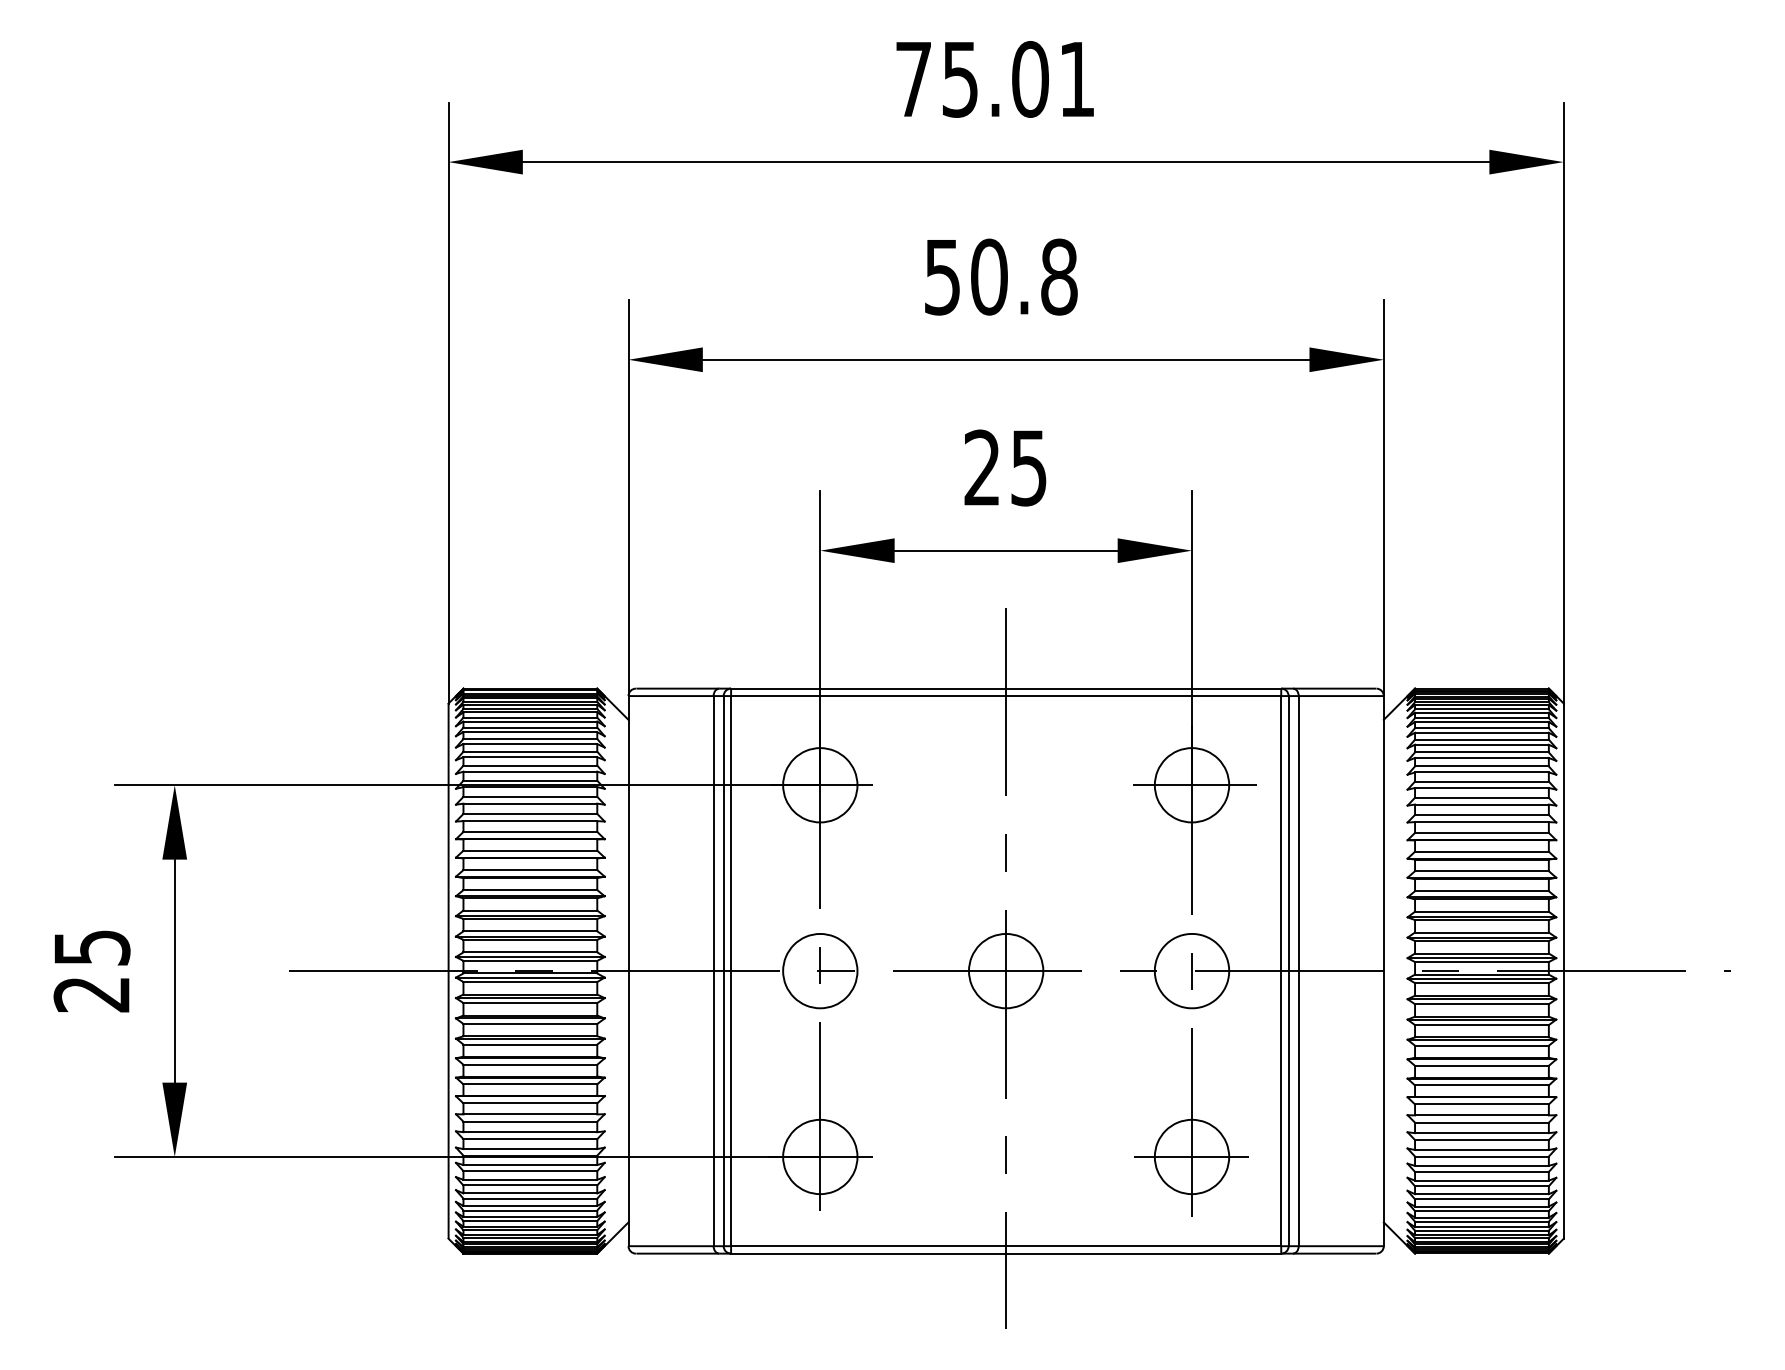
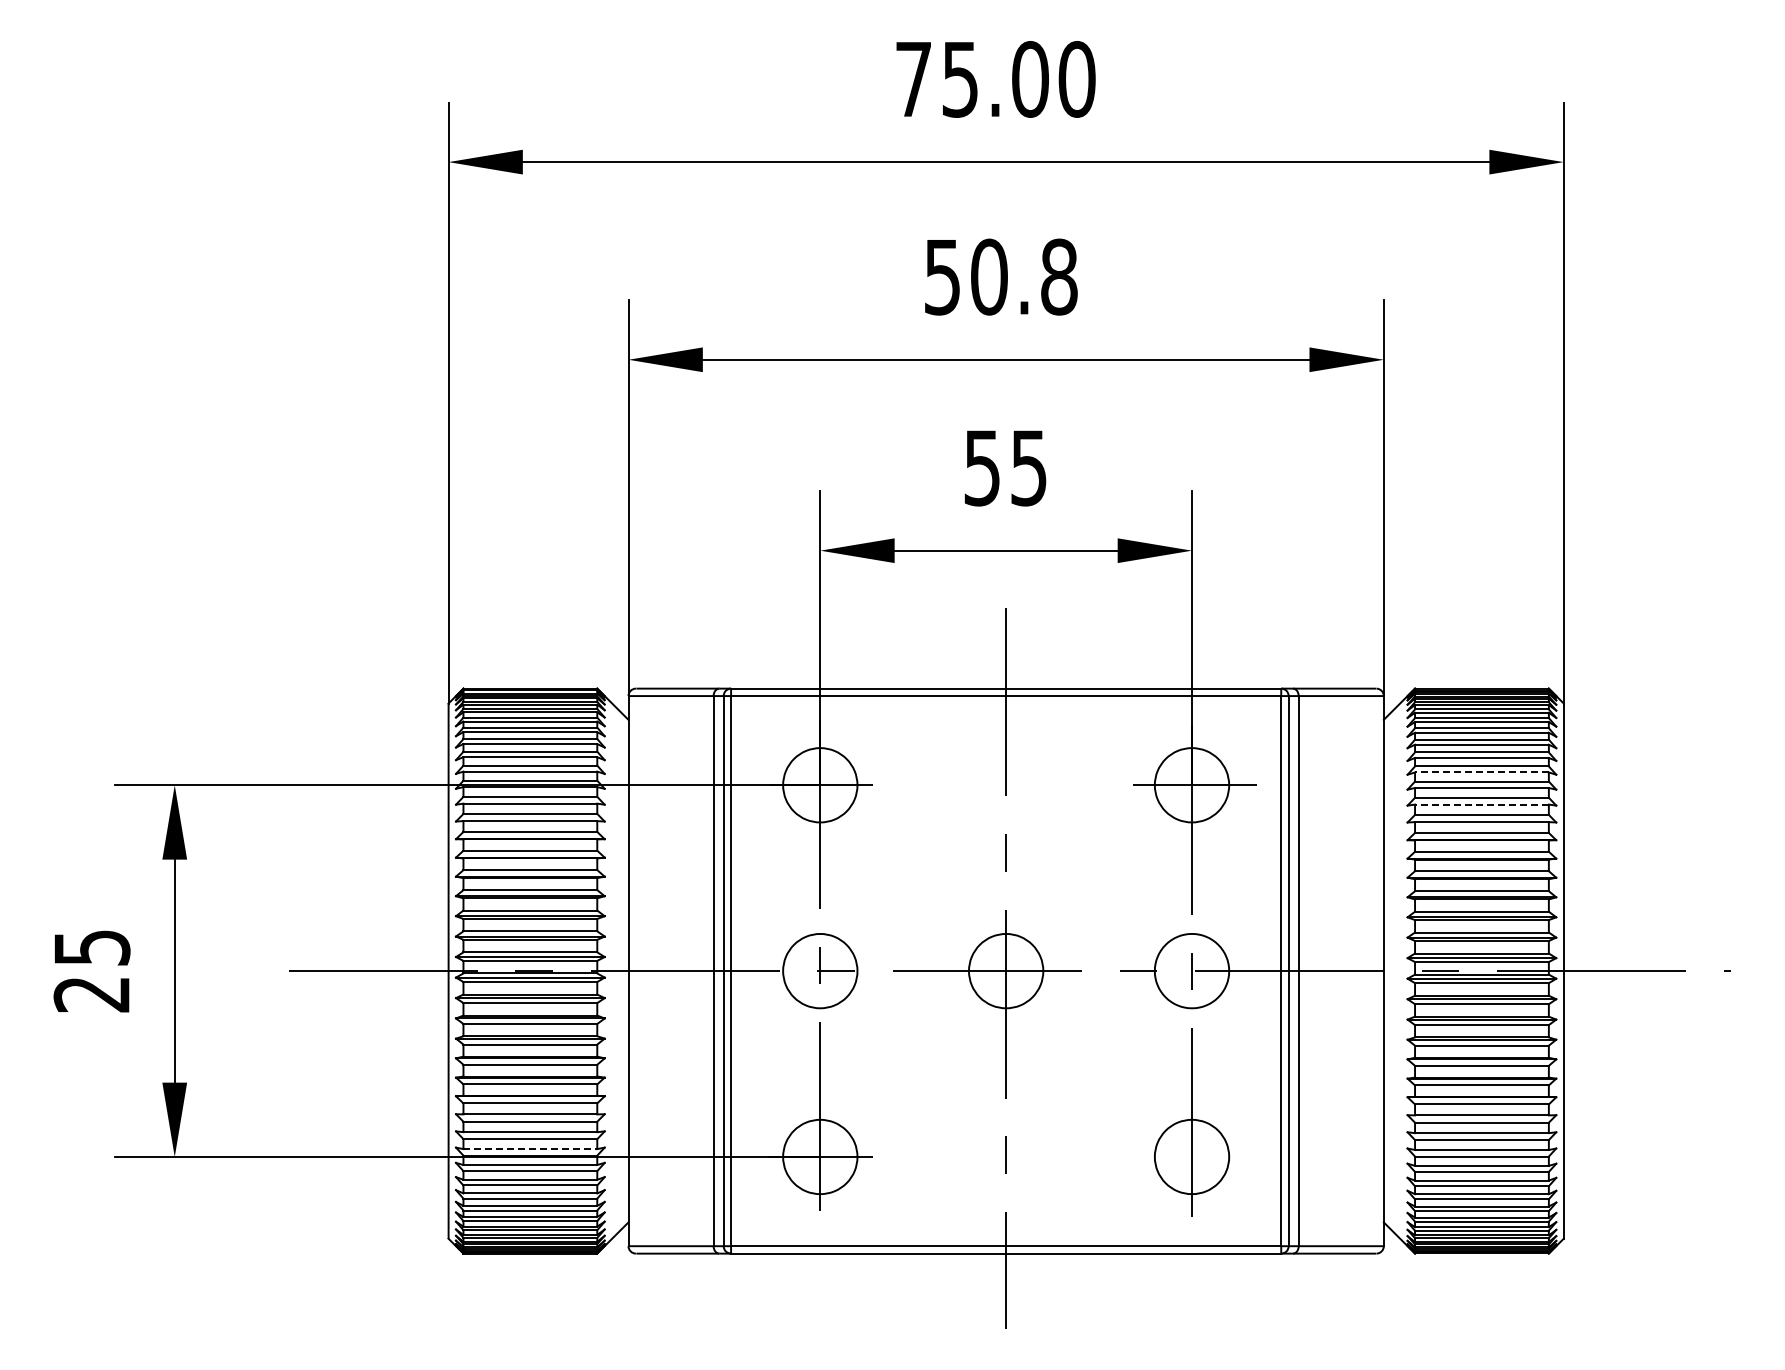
text at (1076, 79): 75.01 -> 75.00
text at (981, 467): 25 -> 55
line at (1481, 772): solid -> dashed
line at (1481, 804): solid -> dashed
line at (530, 1149): solid -> dashed
line at (1191, 1156): present -> none
